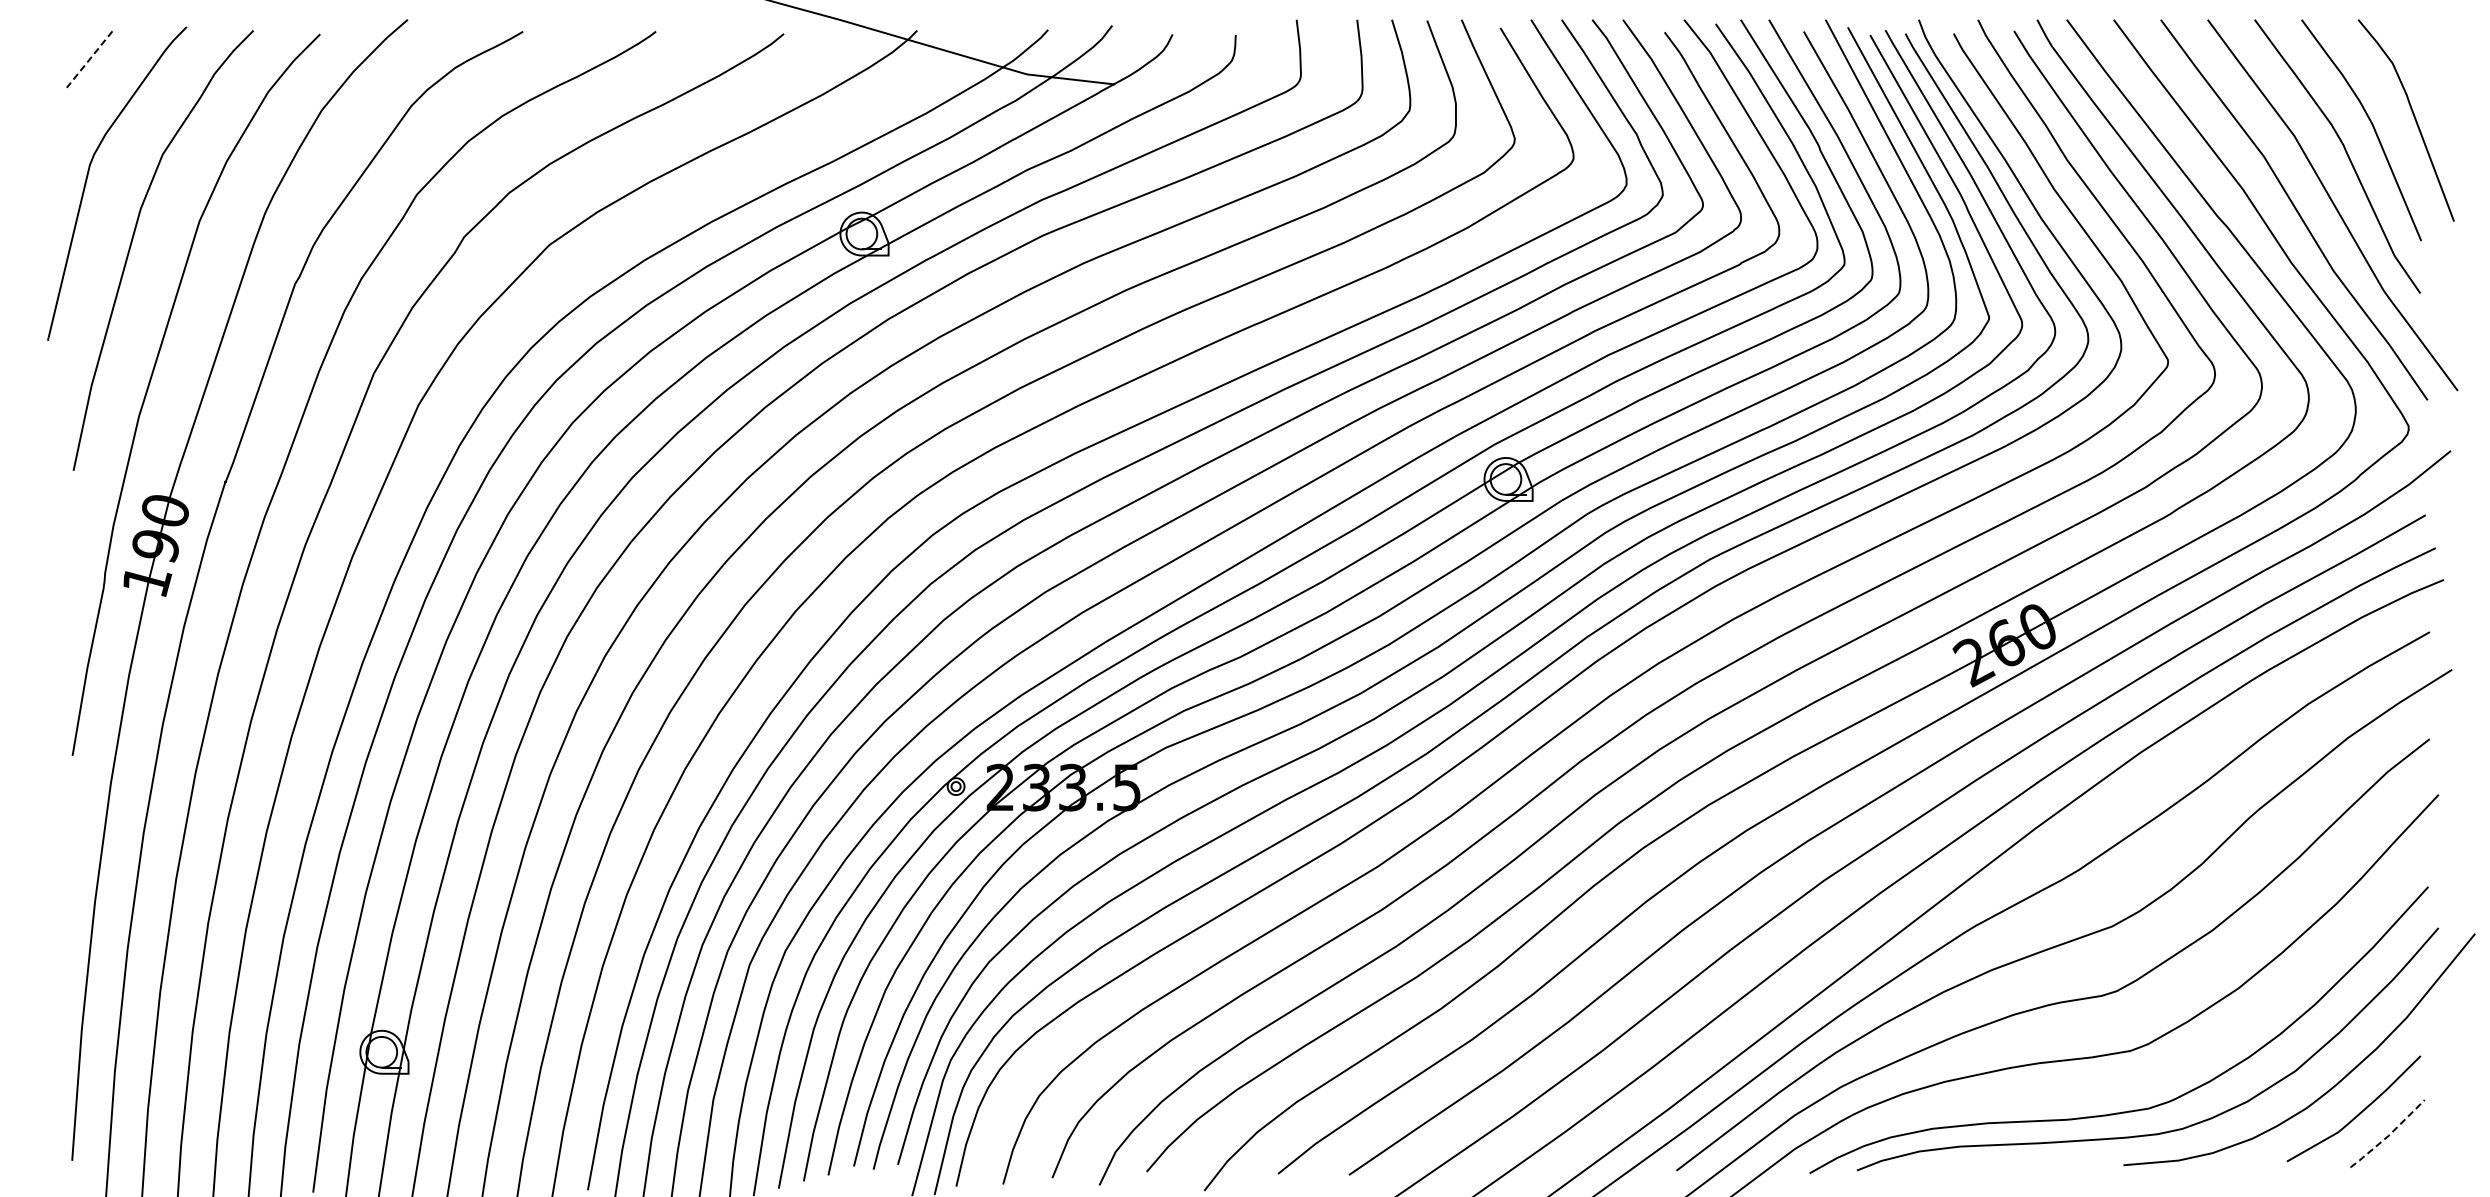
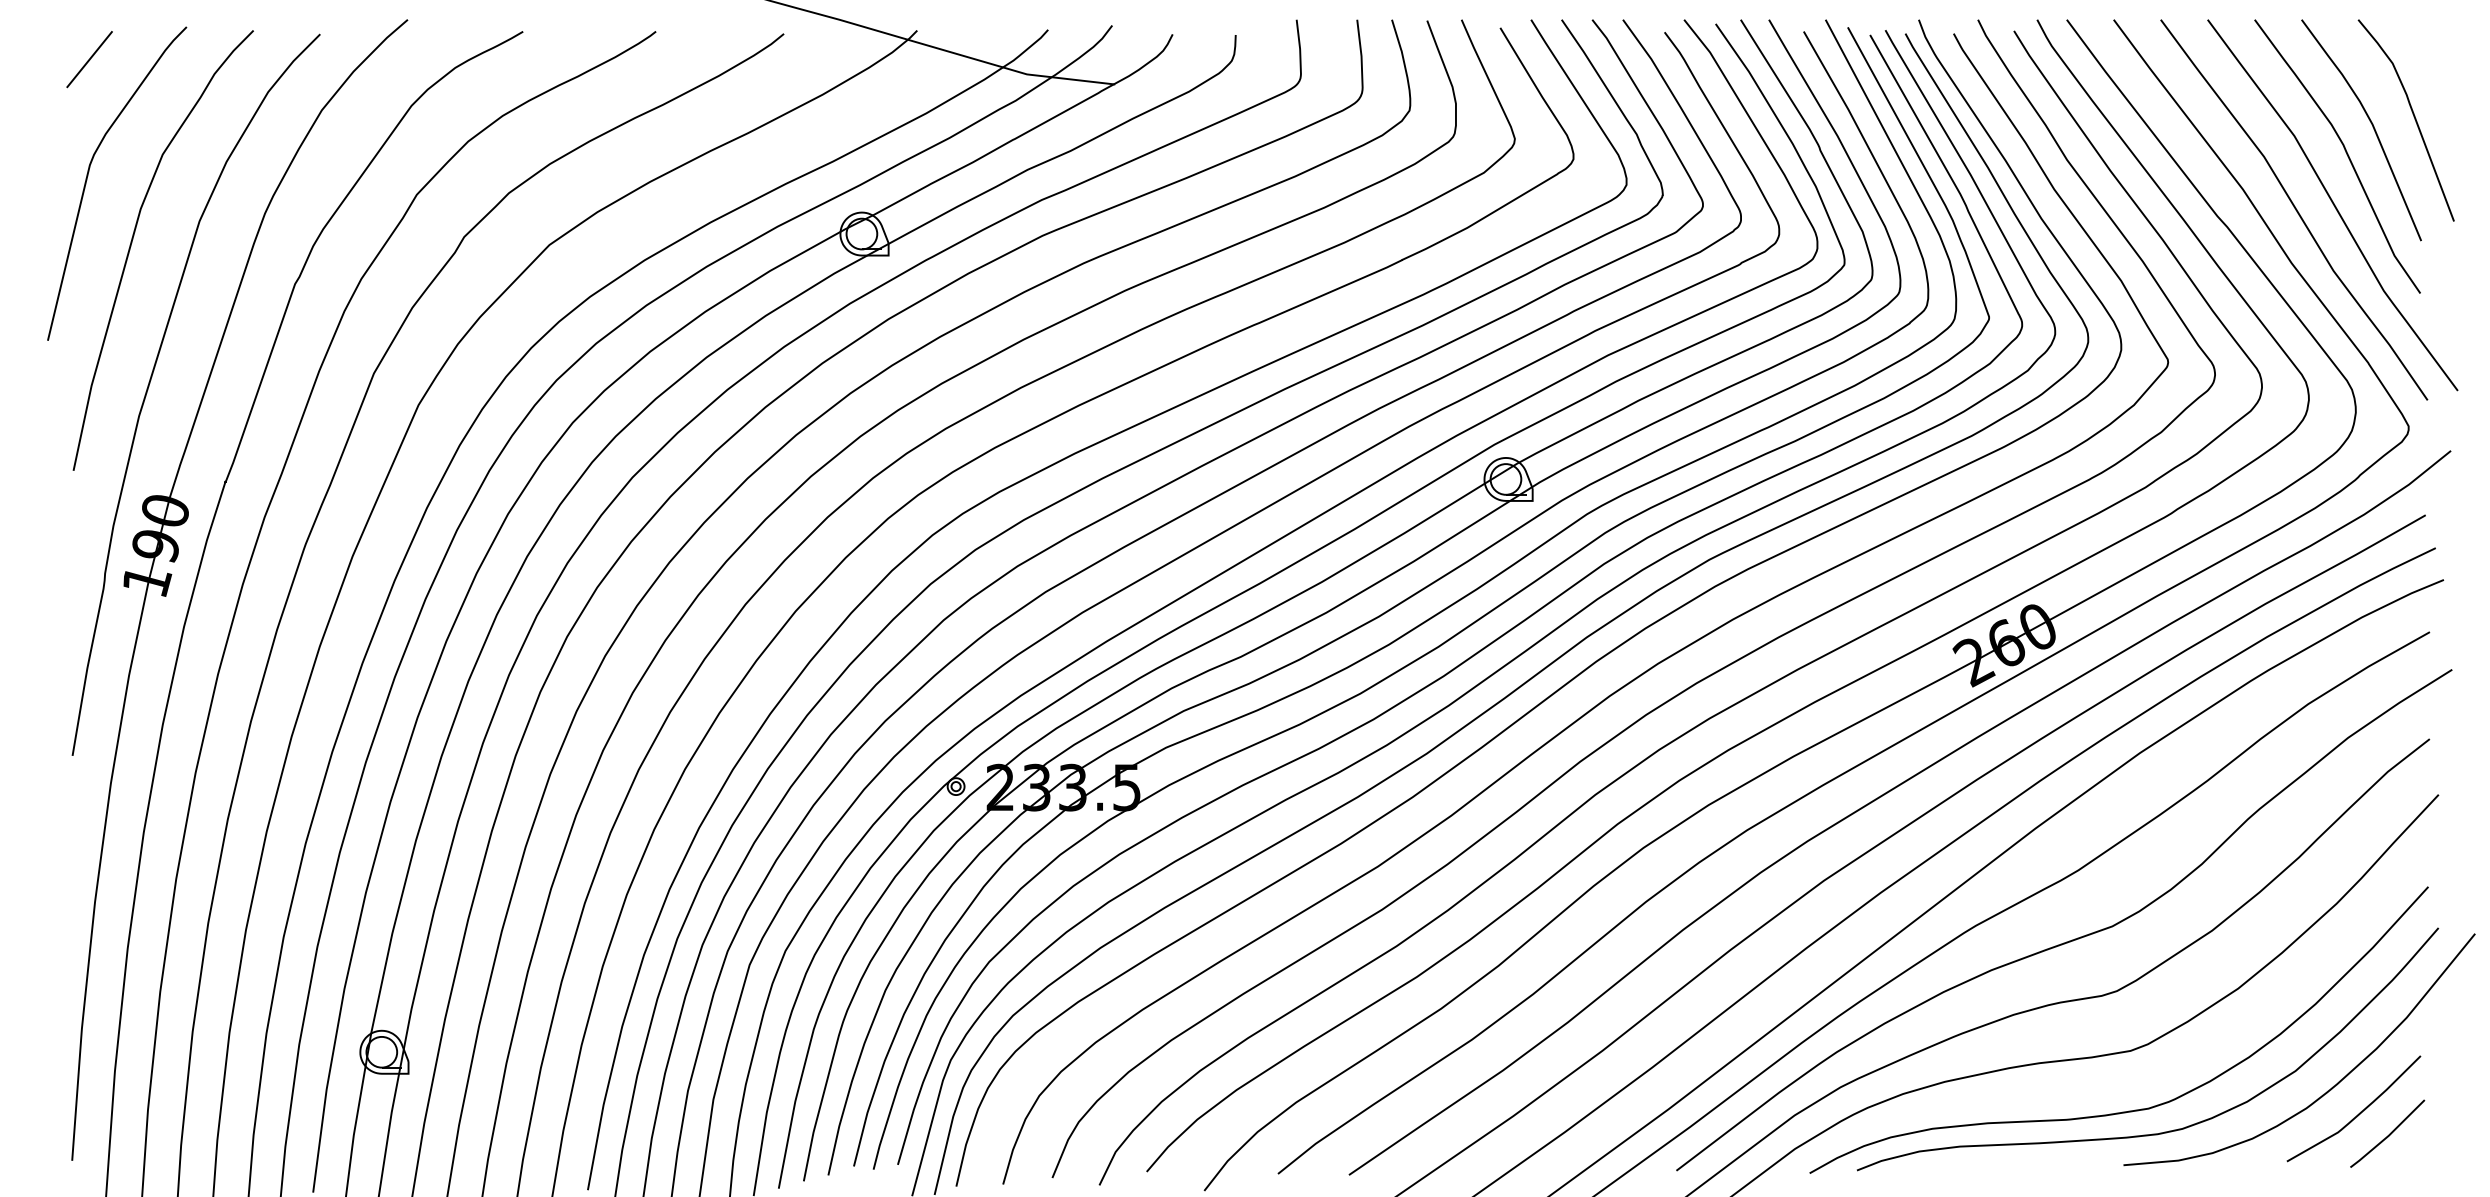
line at (89, 59): dashed -> solid
line at (2388, 1135): dashed -> solid
